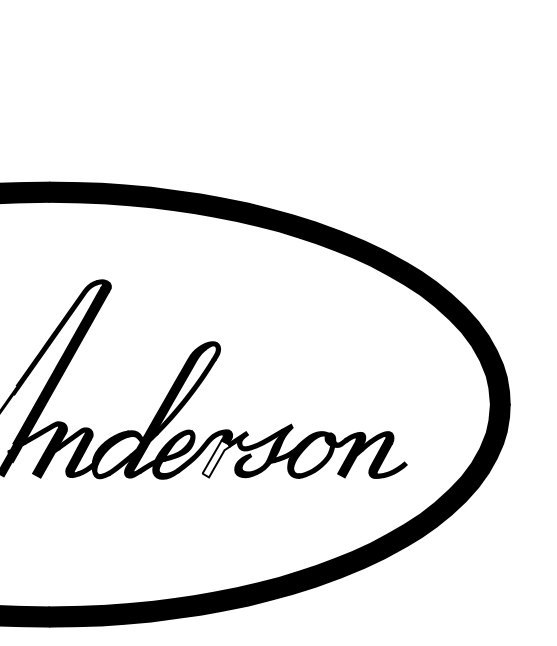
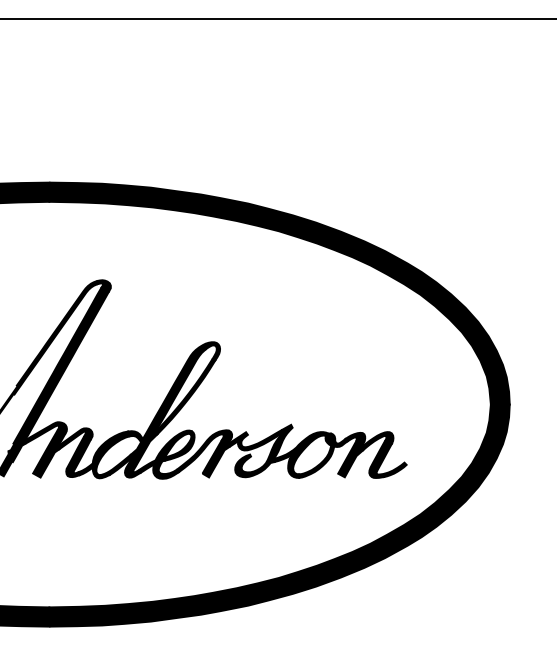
line at (277, 19): none -> present
fill at (215, 458): none -> present
